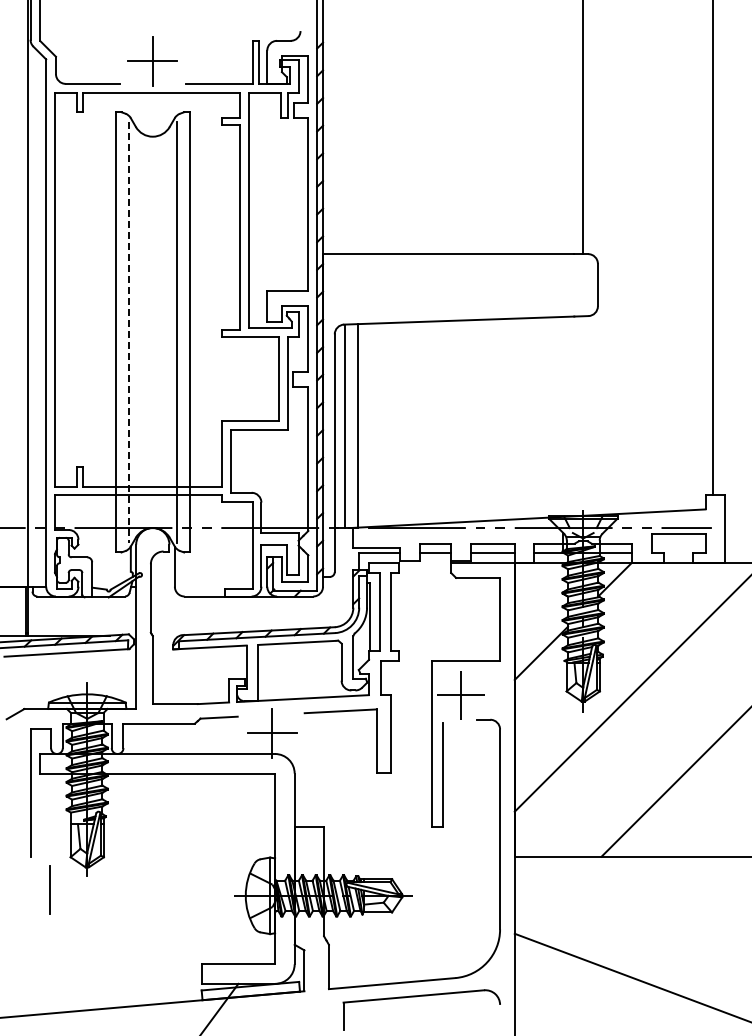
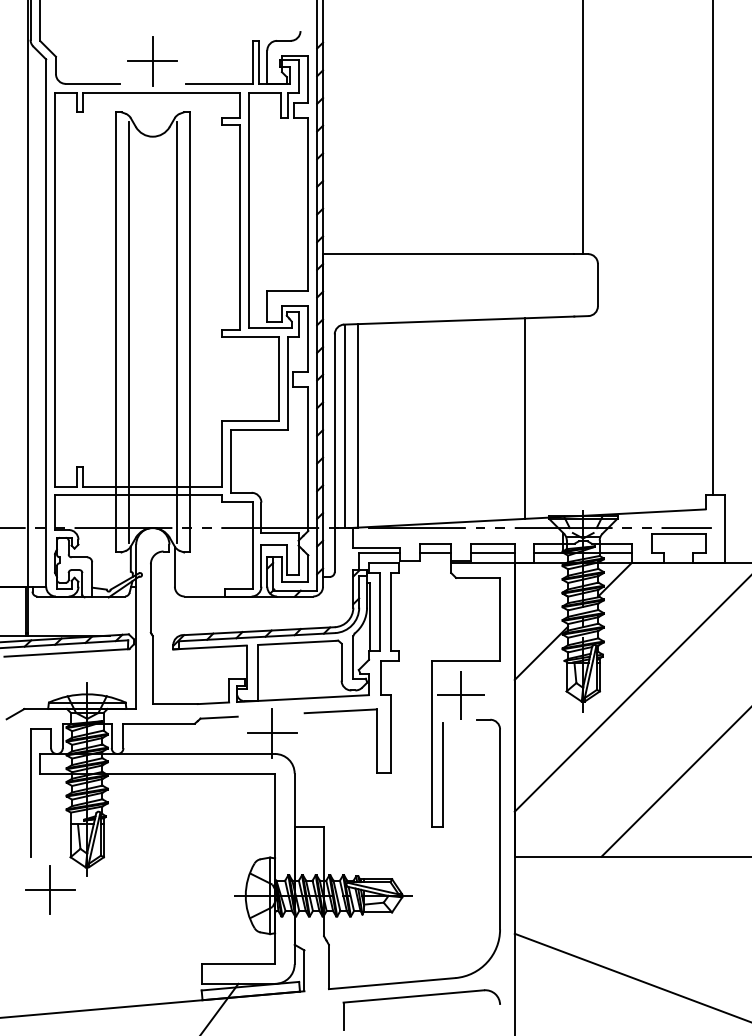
line at (128, 332): dashed -> solid
line at (524, 418): none -> present
line at (49, 889): none -> present
